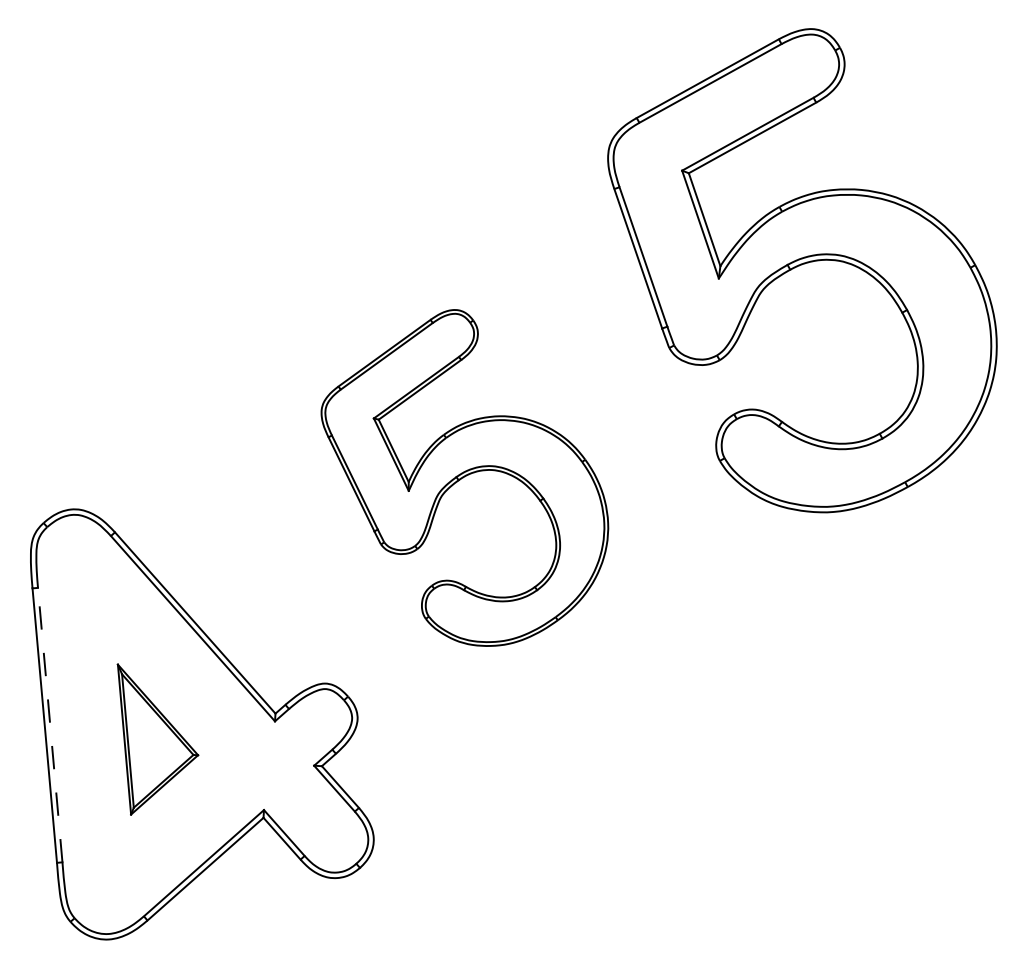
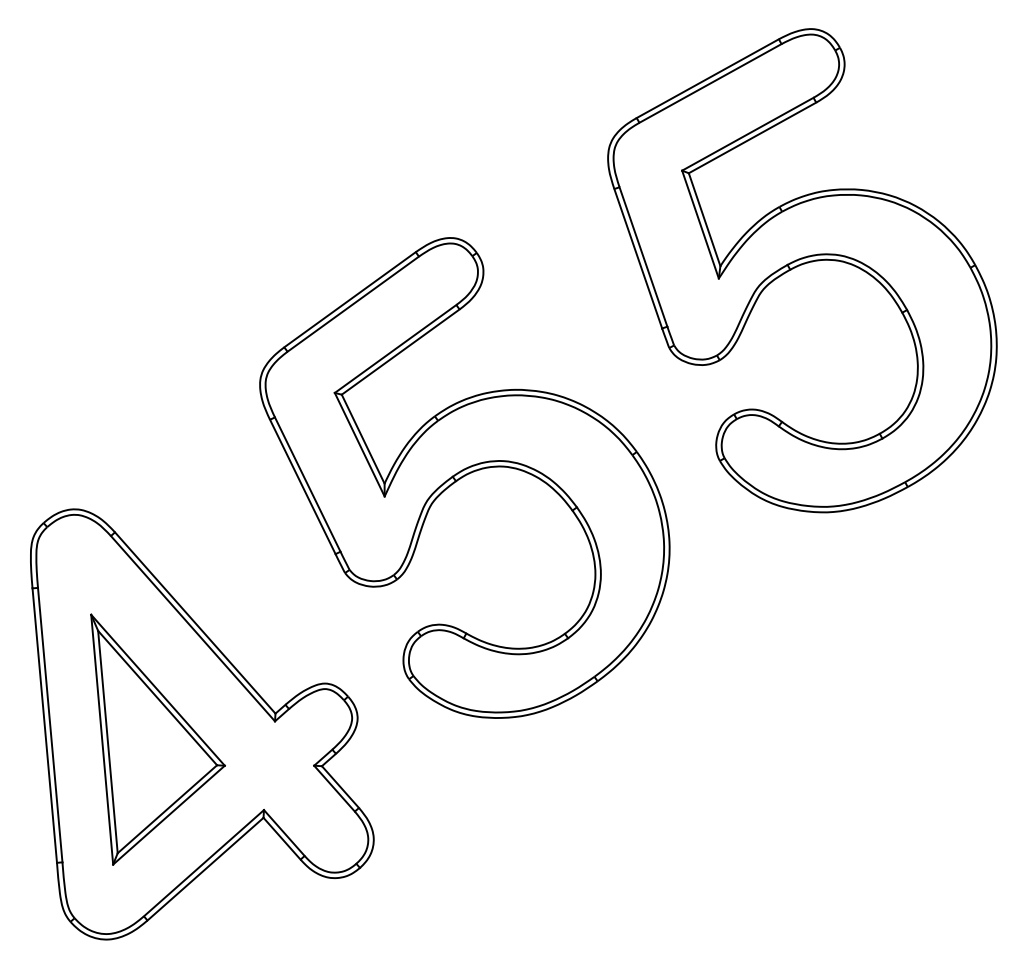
part at (464, 477) size: 290x338 px -> 412x482 px
line at (50, 725): dashed -> solid
part at (157, 739) size: 84x153 px -> 136x253 px
